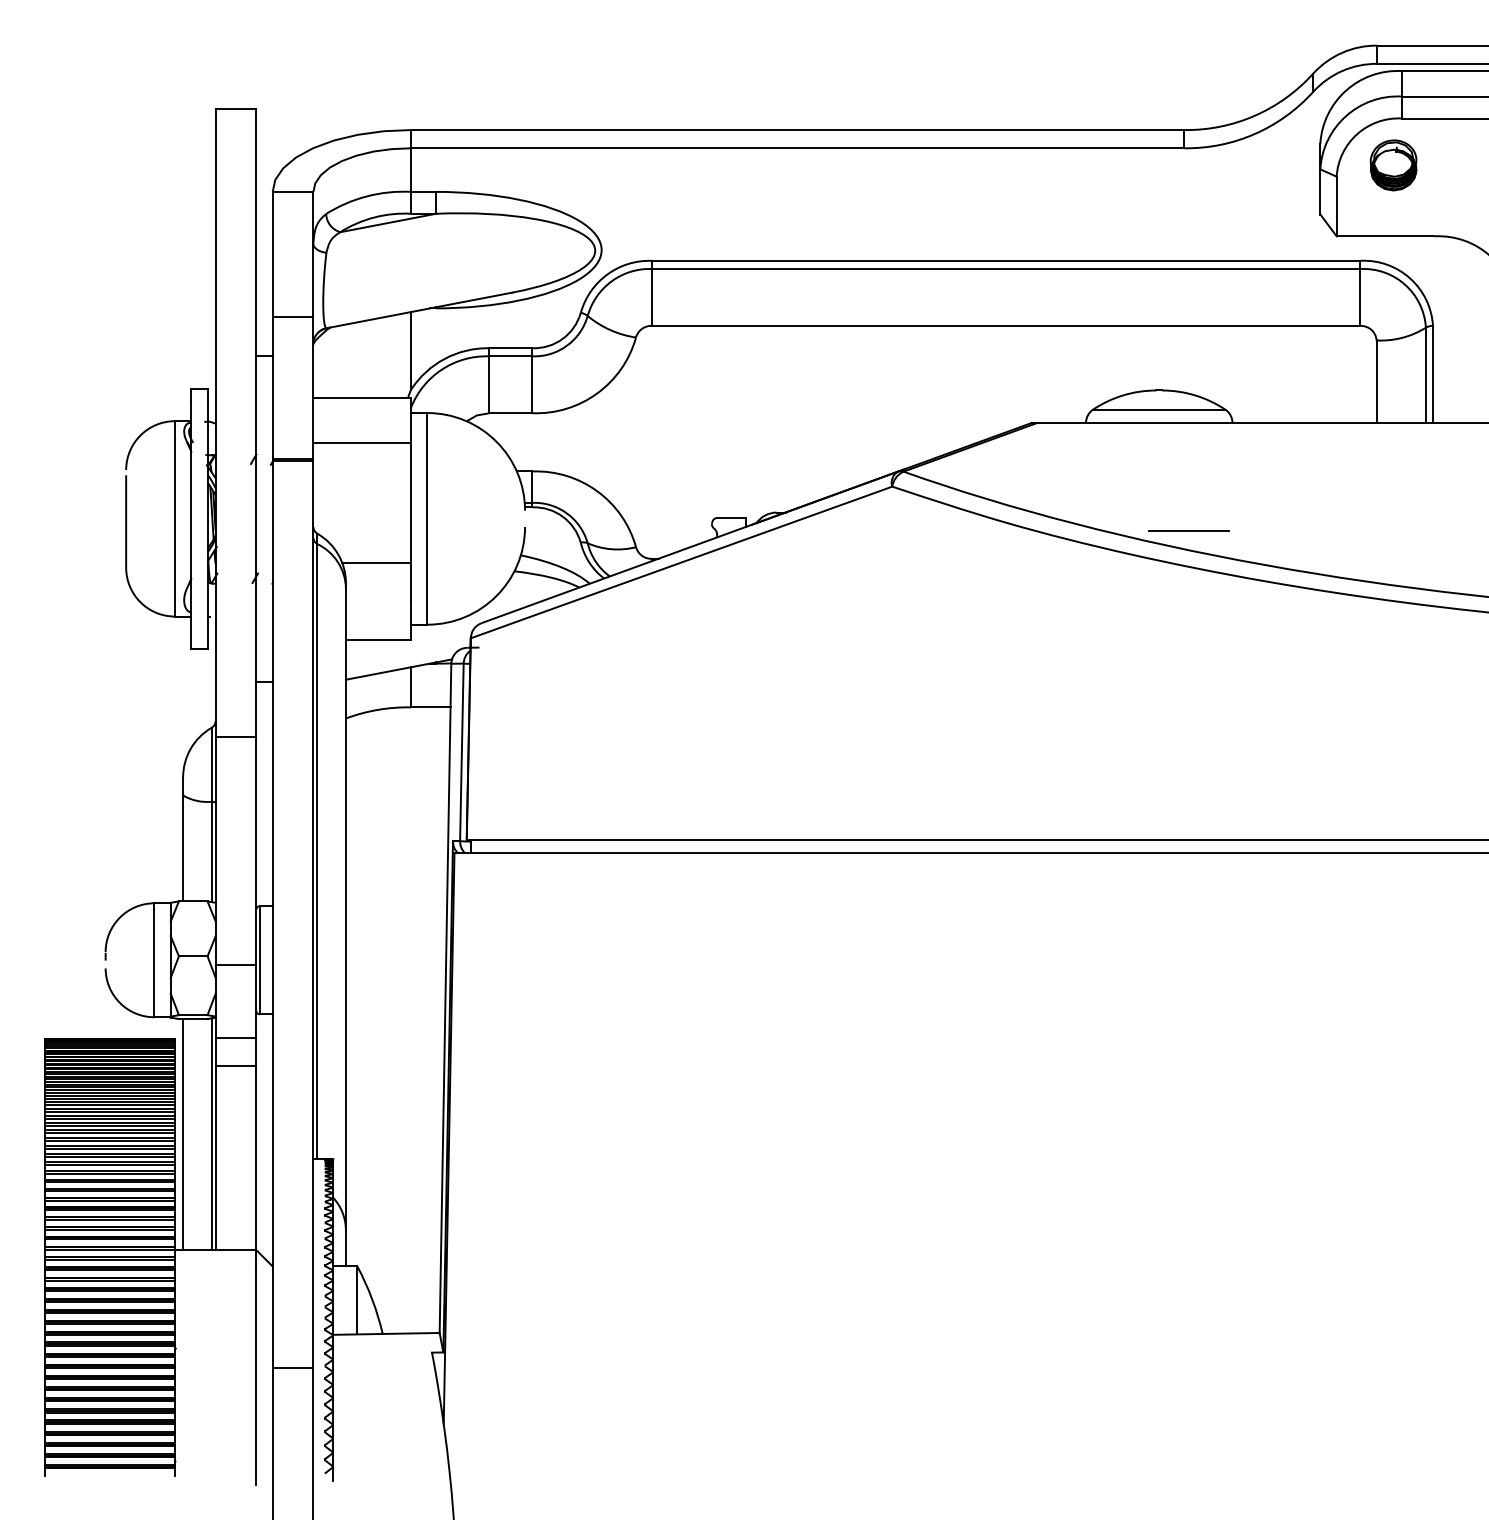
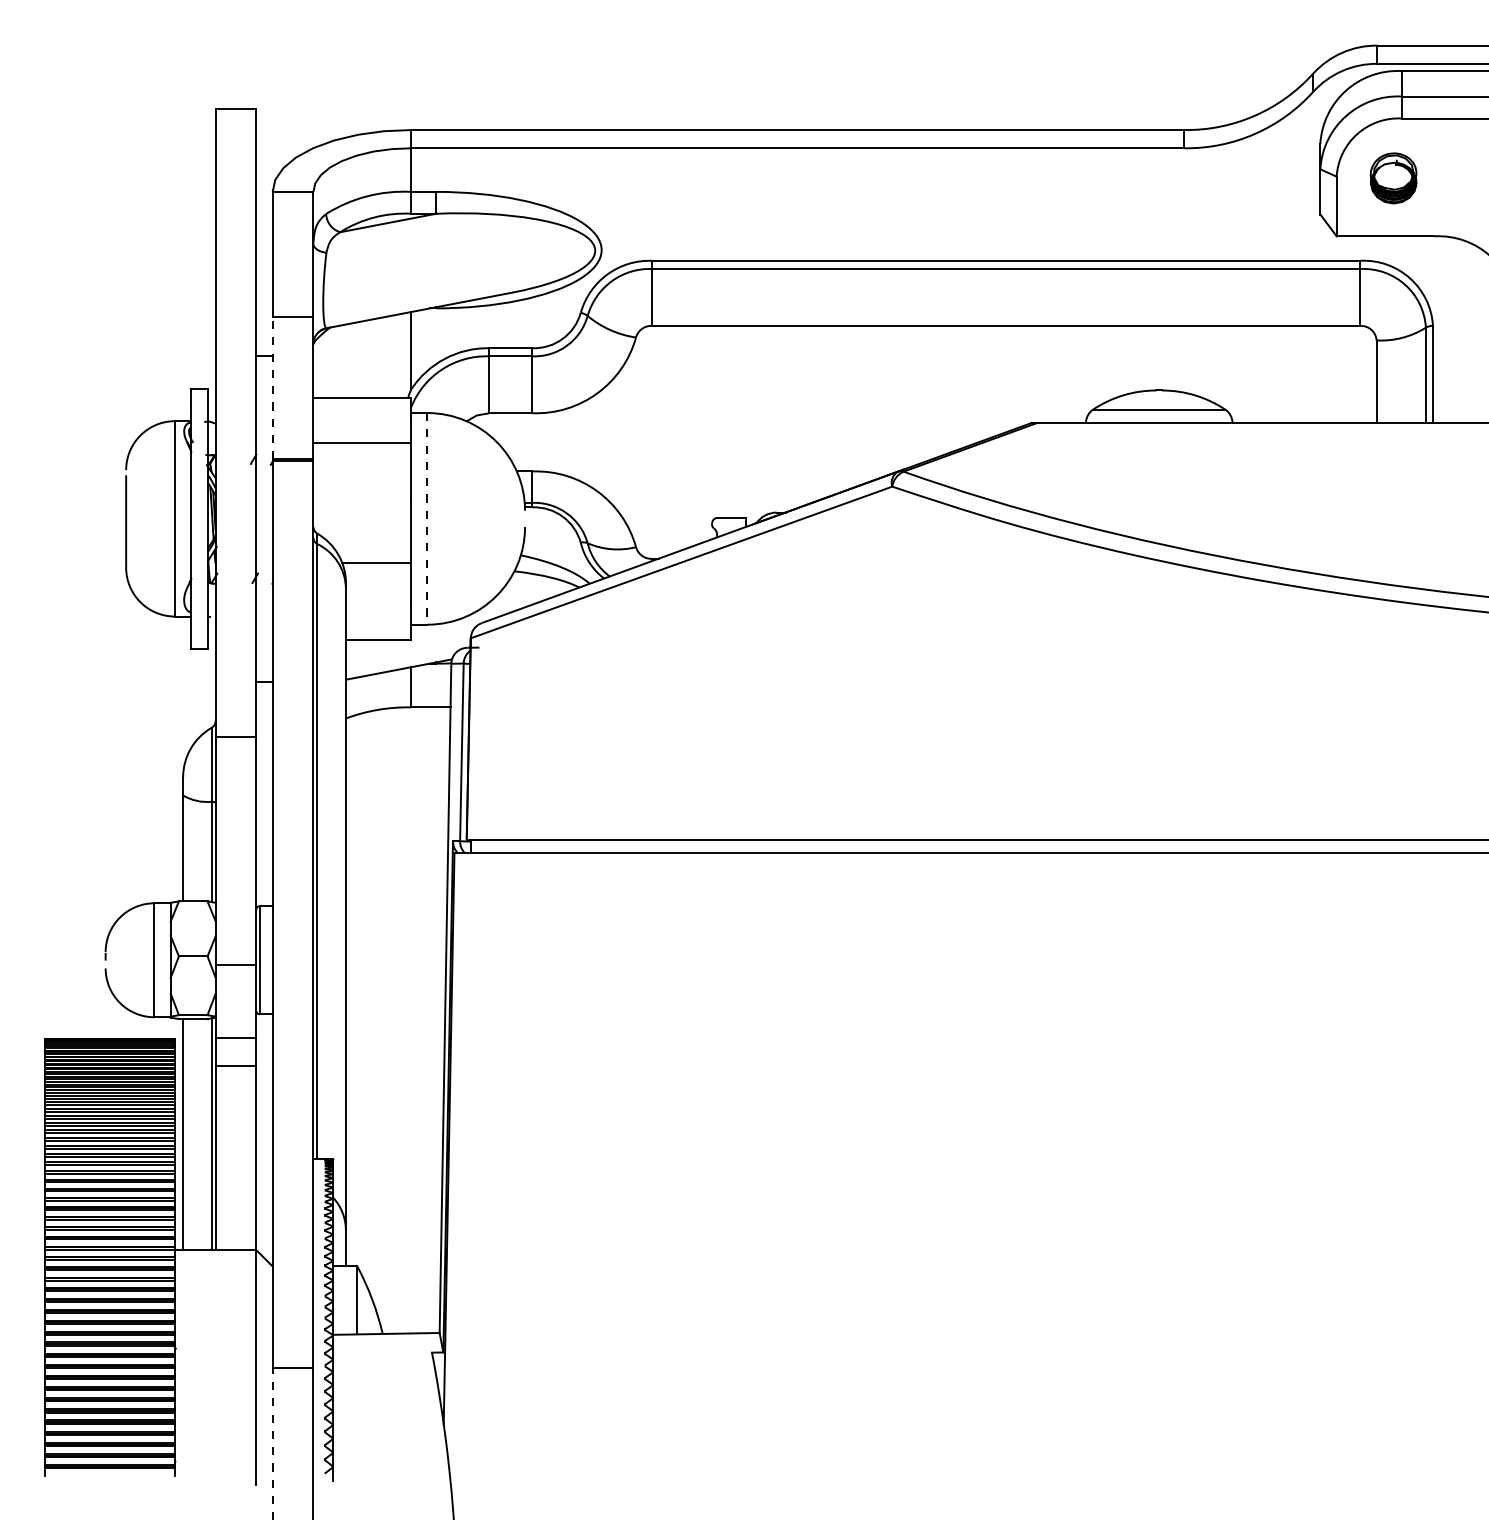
part at (1393, 165) position: (1393, 165) -> (1393, 178)
line at (272, 387): solid -> dashed
line at (427, 518): solid -> dashed
line at (1188, 530): present -> none
line at (272, 1443): solid -> dashed
